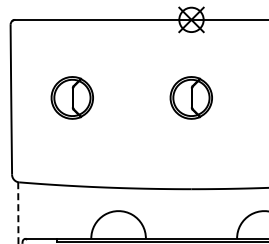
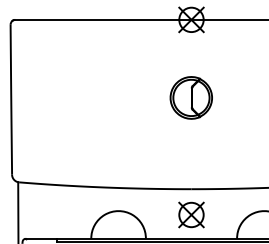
part at (71, 97): present -> none
line at (18, 213): dashed -> solid
part at (191, 214): none -> present
